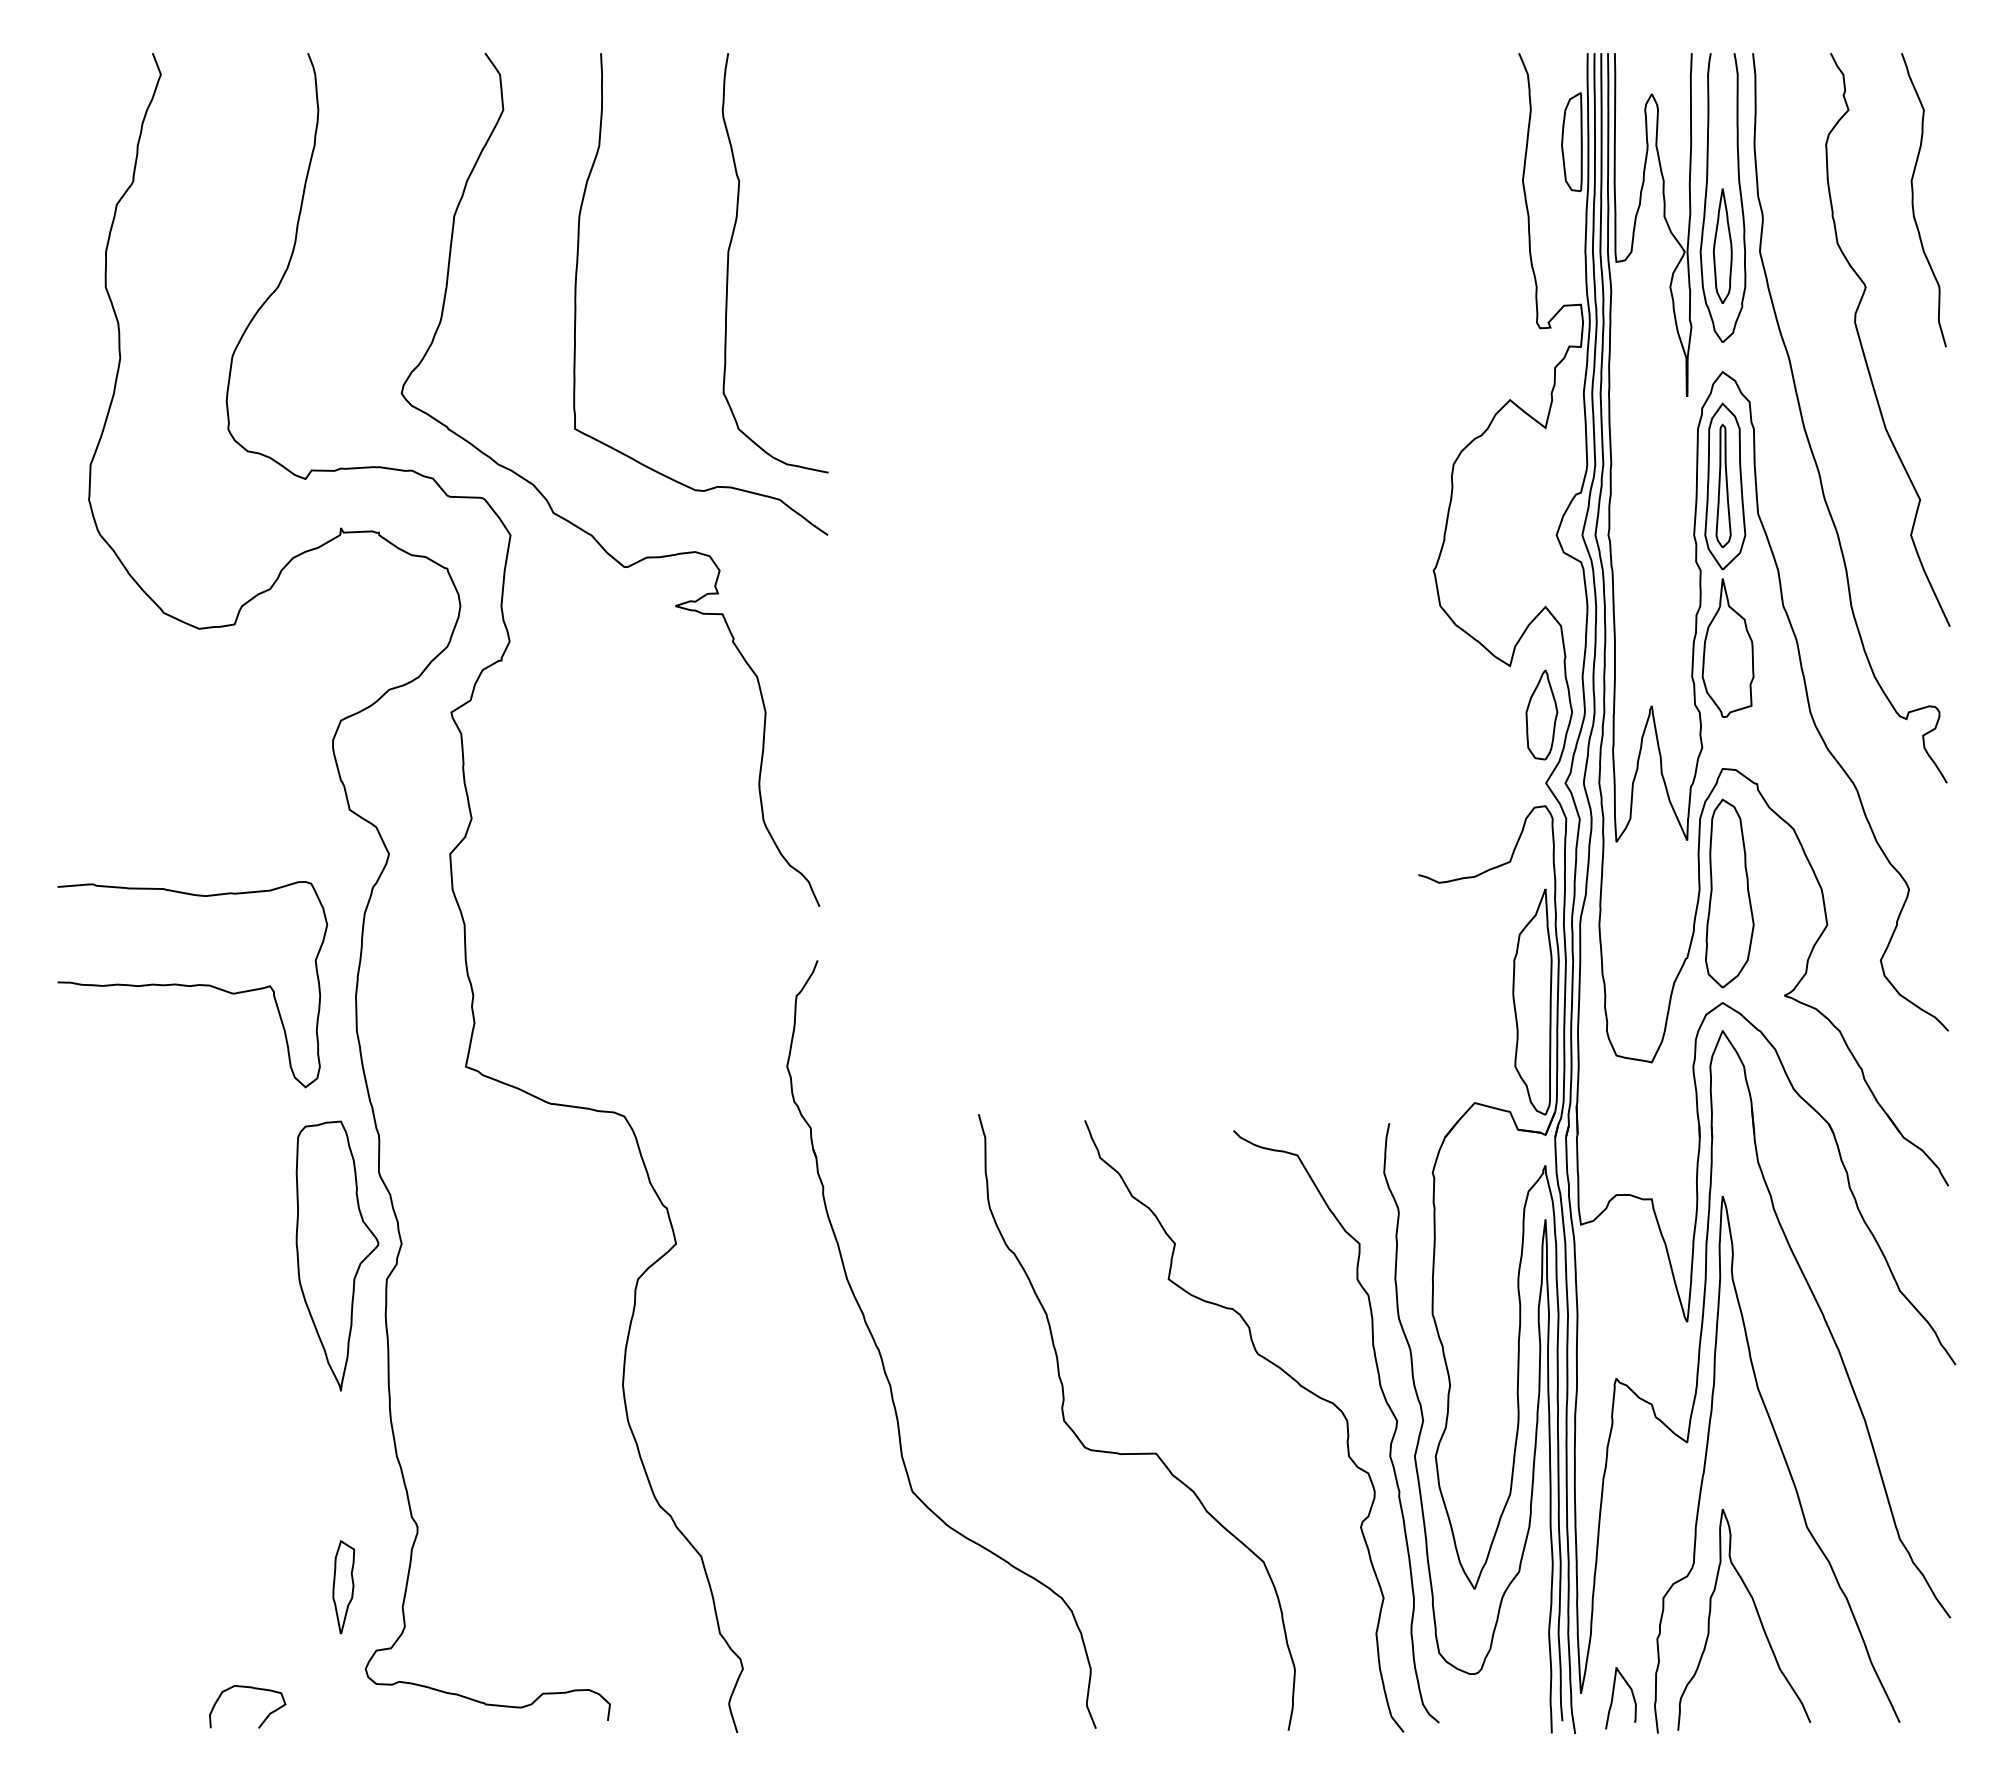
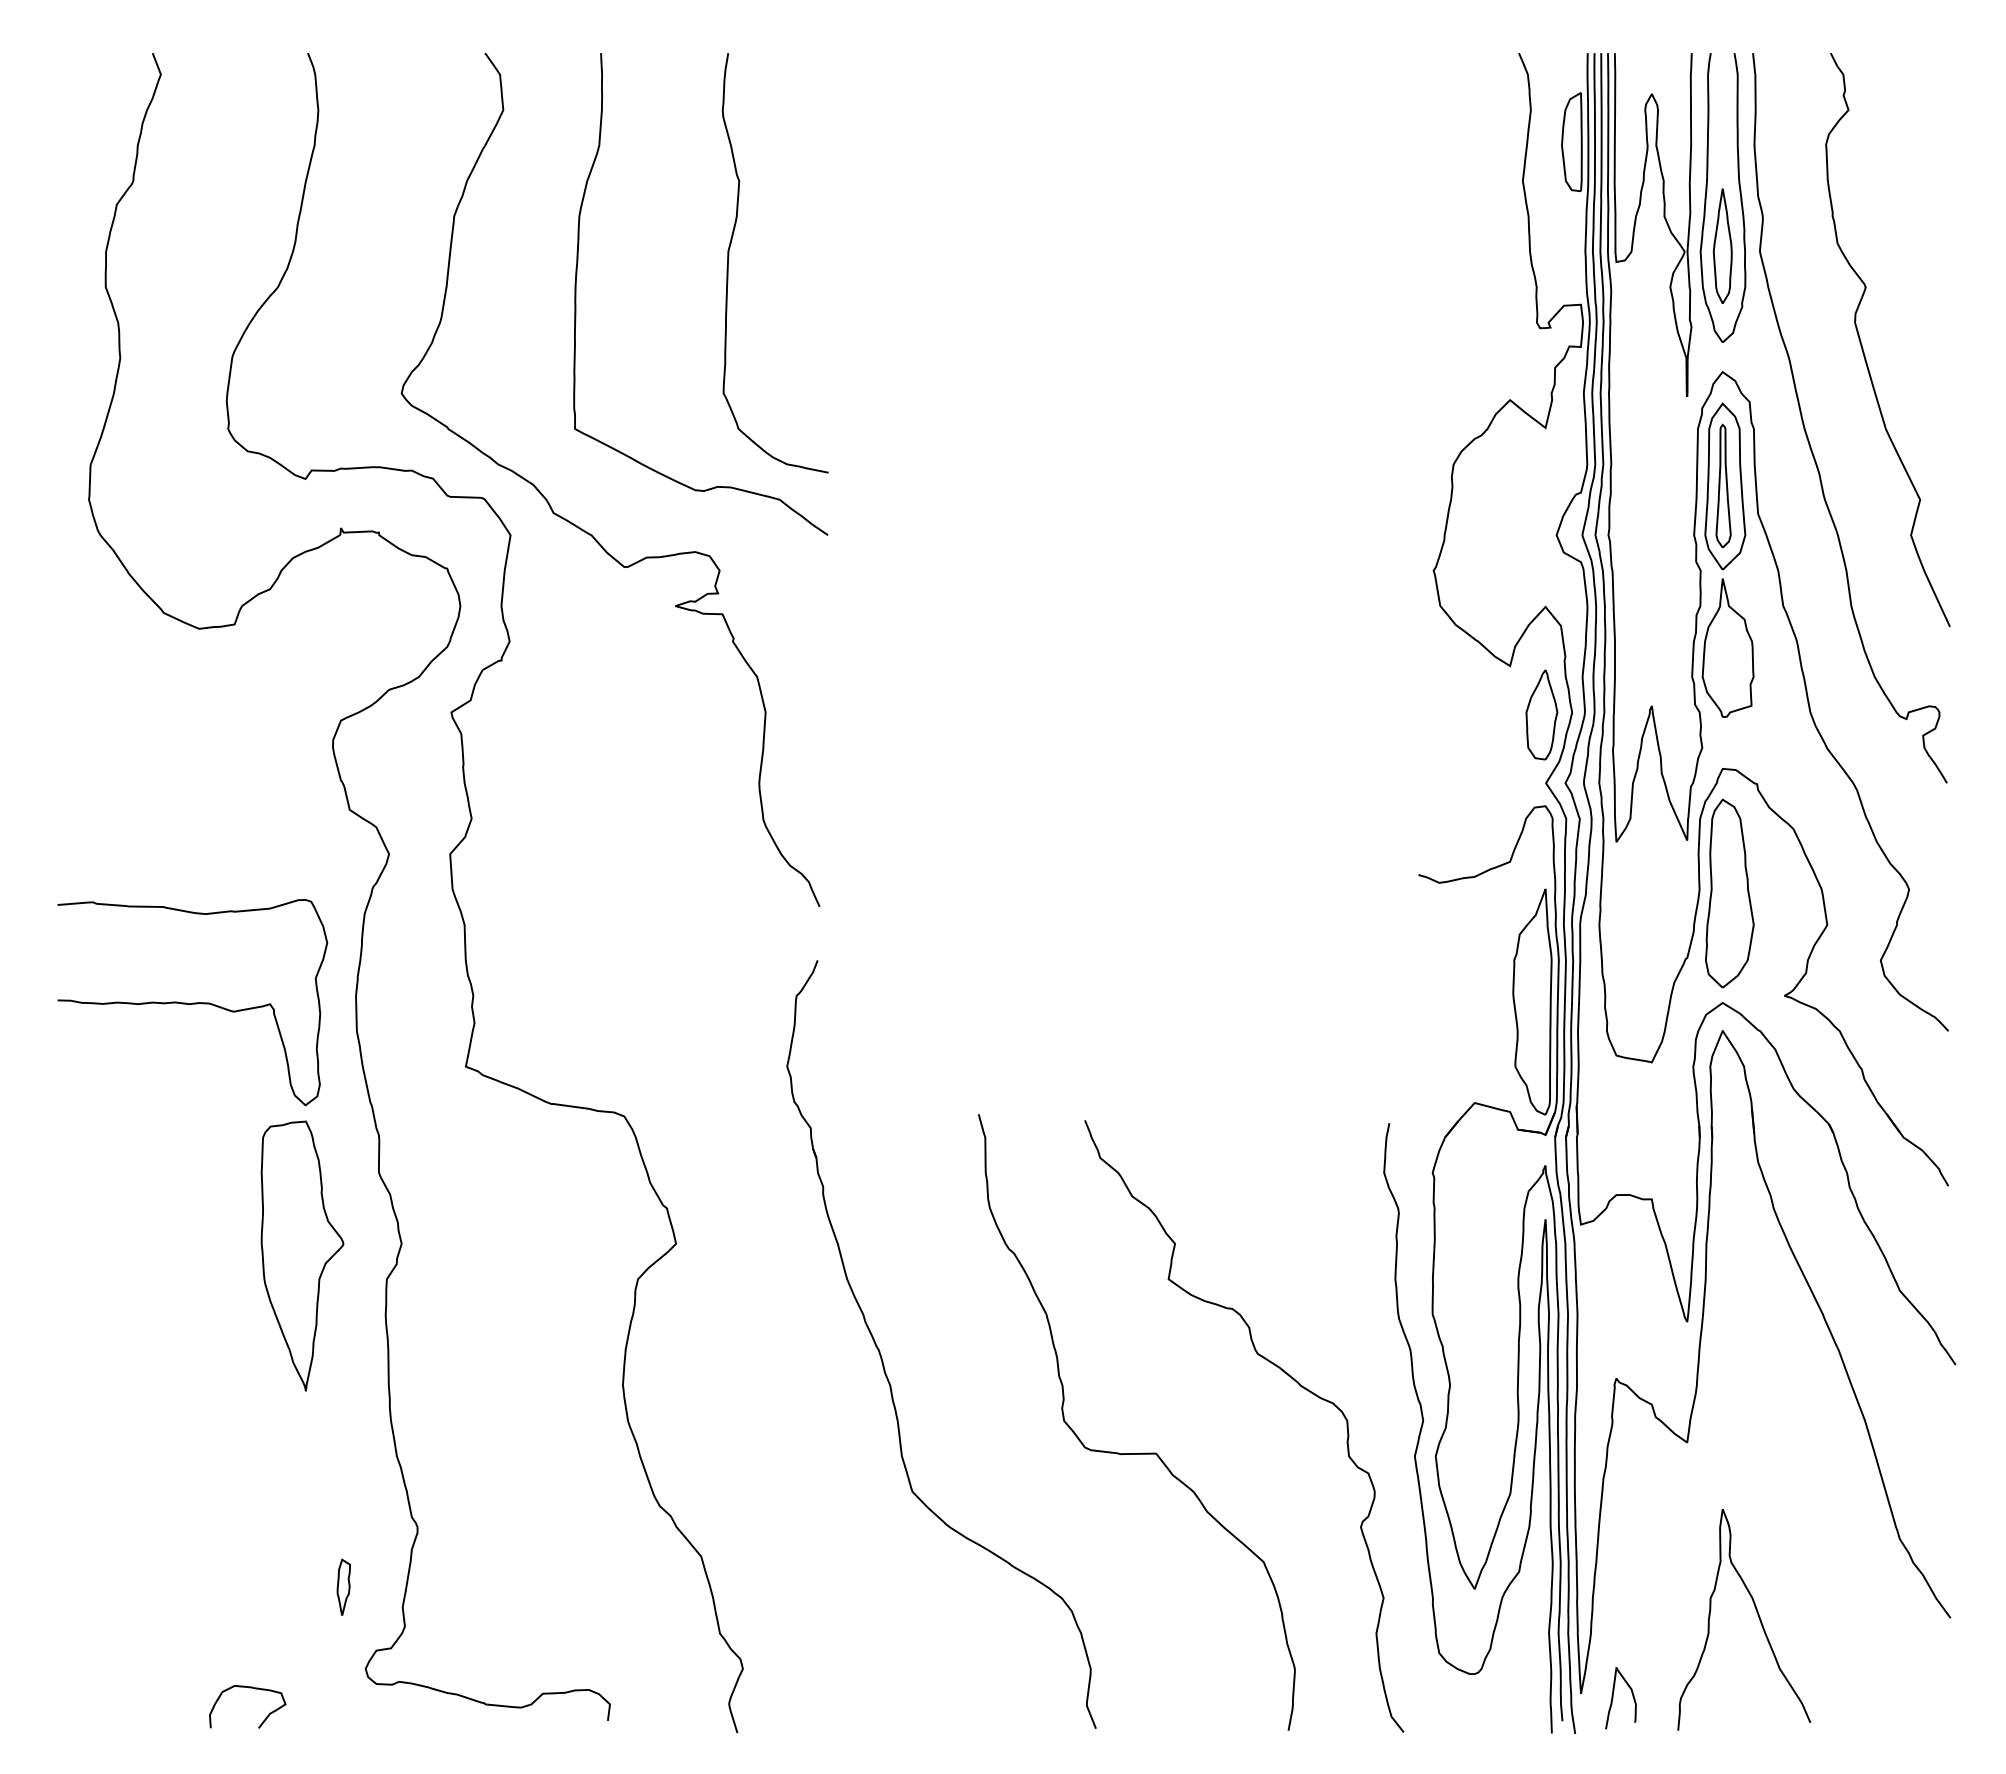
curve at (1913, 200): present -> none
curve at (192, 984) position: (192, 984) -> (192, 1002)
part at (337, 1255) position: (337, 1255) -> (302, 1255)
curve at (1385, 1402): present -> none
curve at (1784, 1461): present -> none
part at (343, 1587) size: 24x95 px -> 15x58 px
